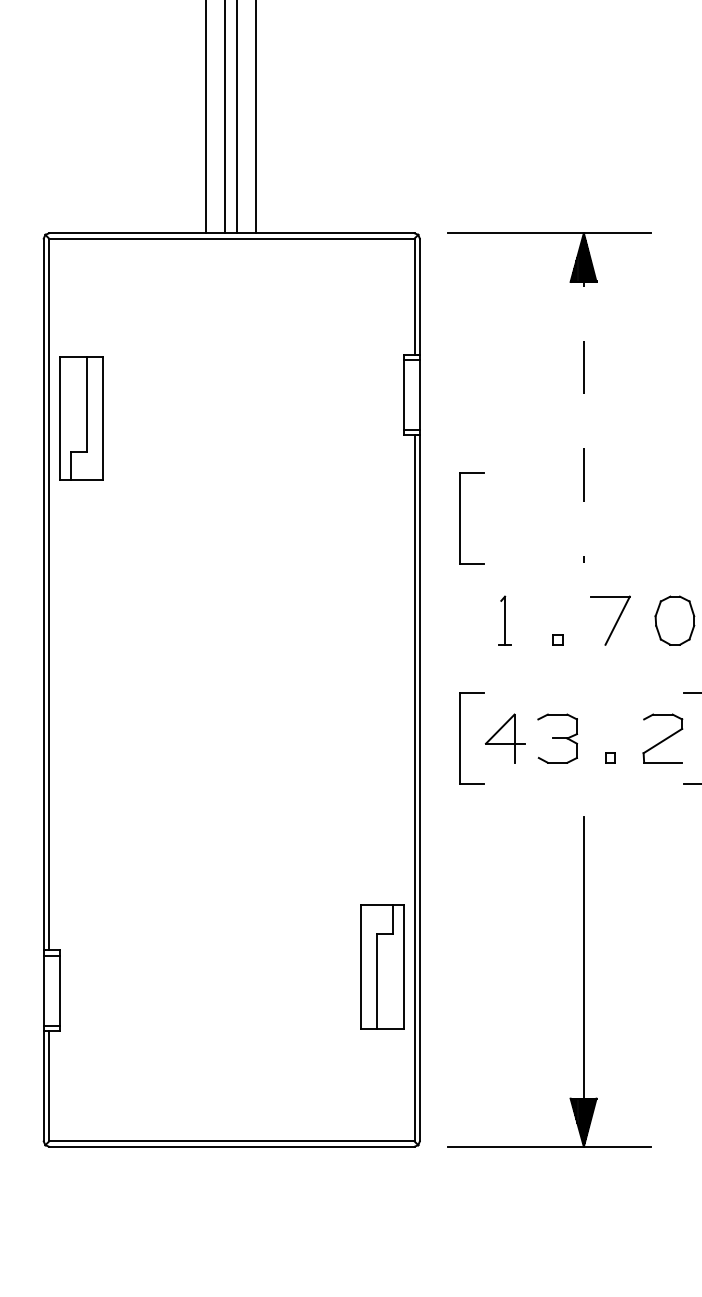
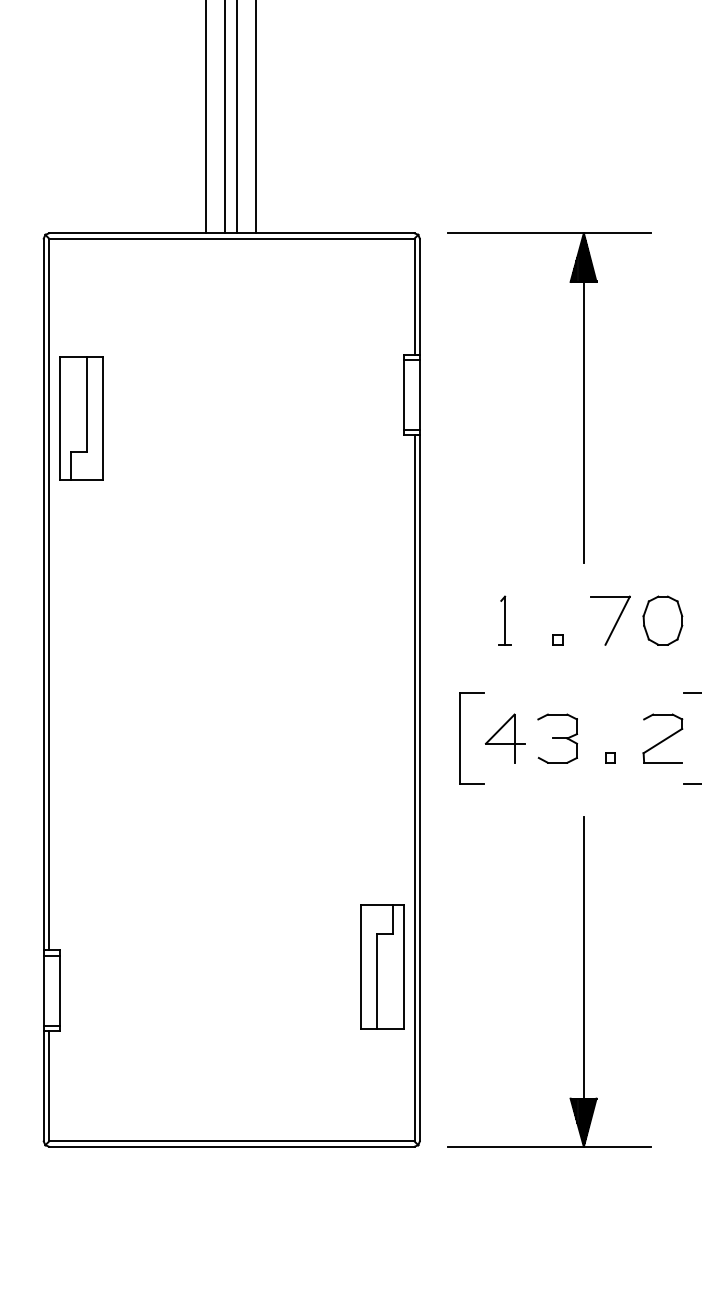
line at (583, 398): dashed -> solid
part at (460, 518): present -> none
part at (674, 620) position: (674, 620) -> (662, 620)
